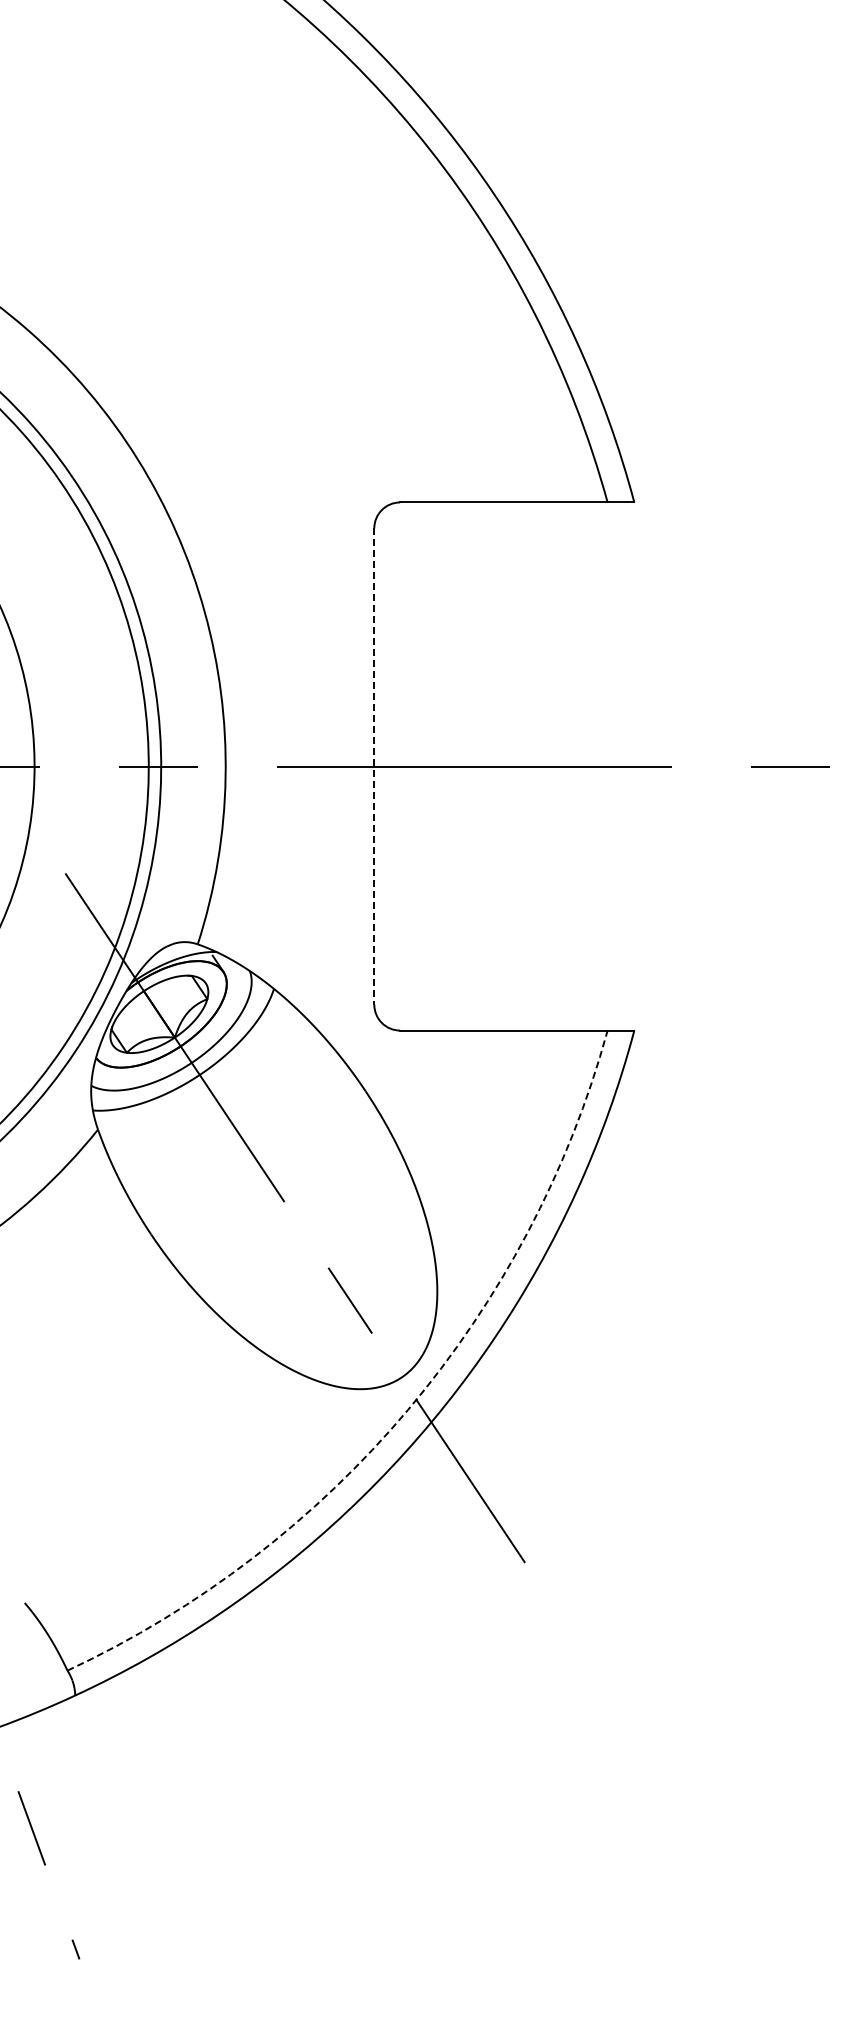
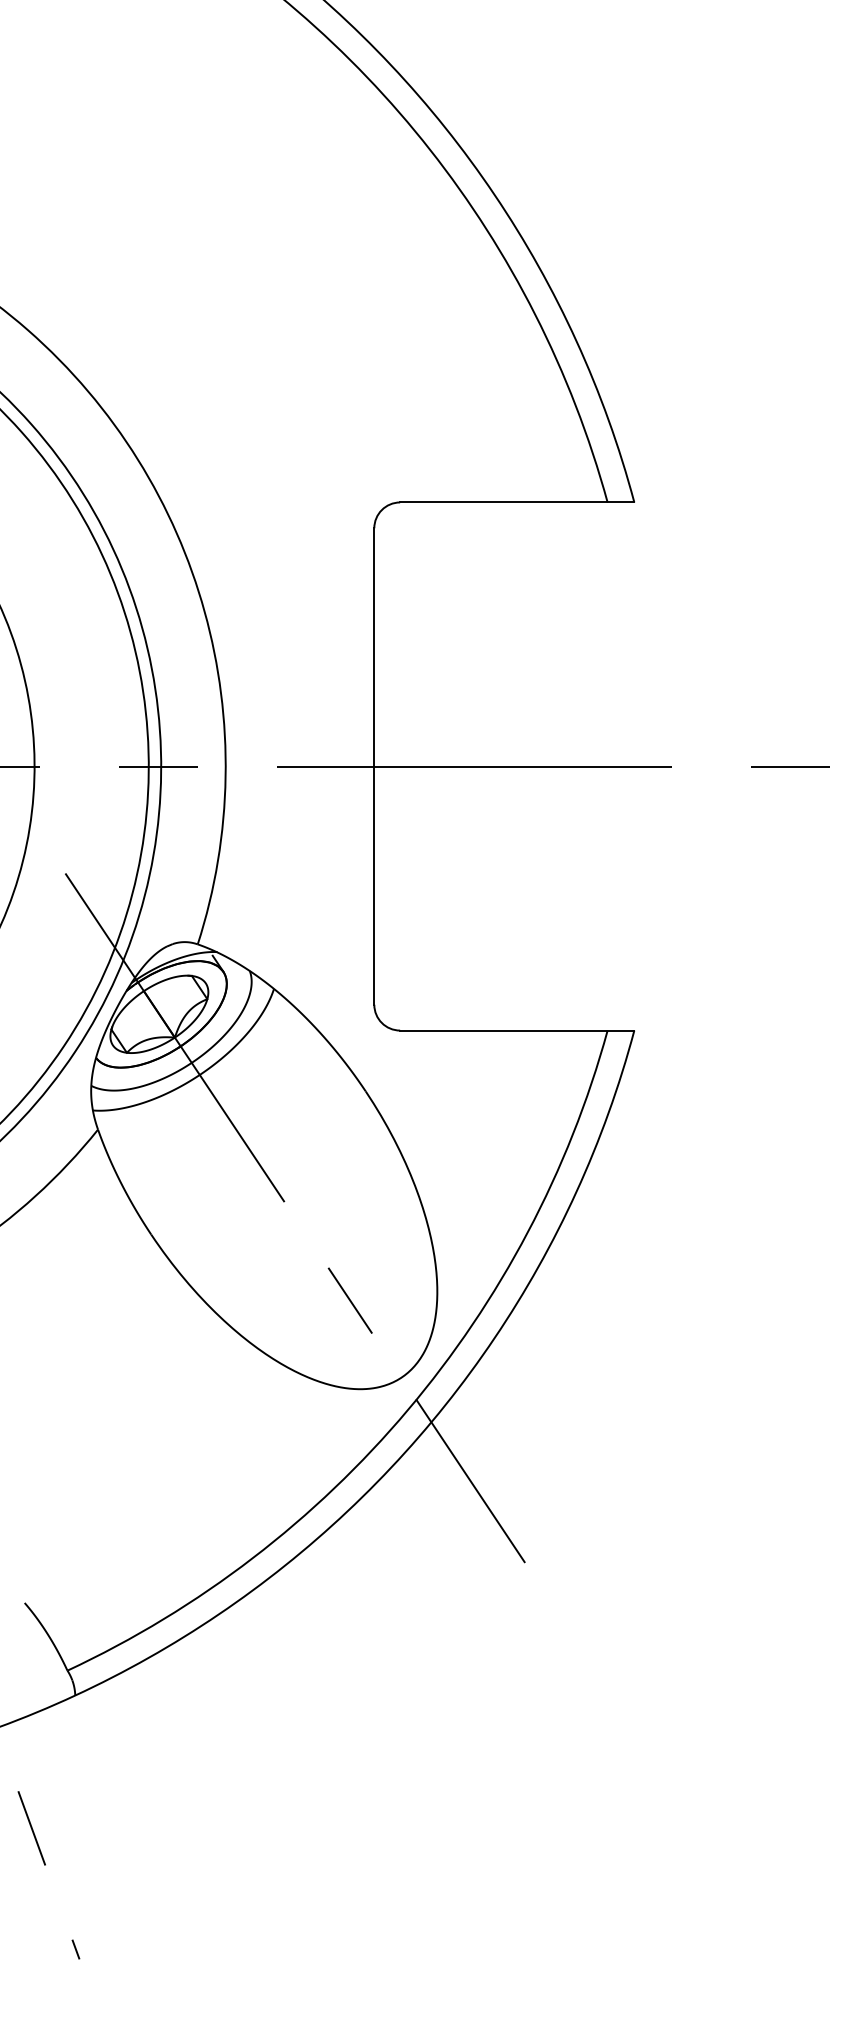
line at (374, 767): dashed -> solid
arc at (407, 1410): dashed -> solid
